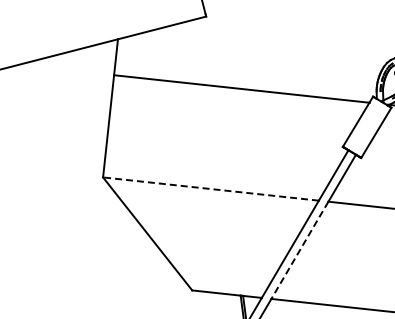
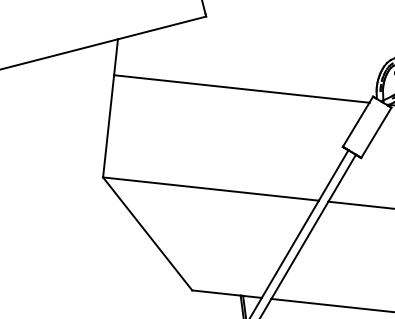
line at (211, 189): dashed -> solid
line at (299, 250): dashed -> solid
